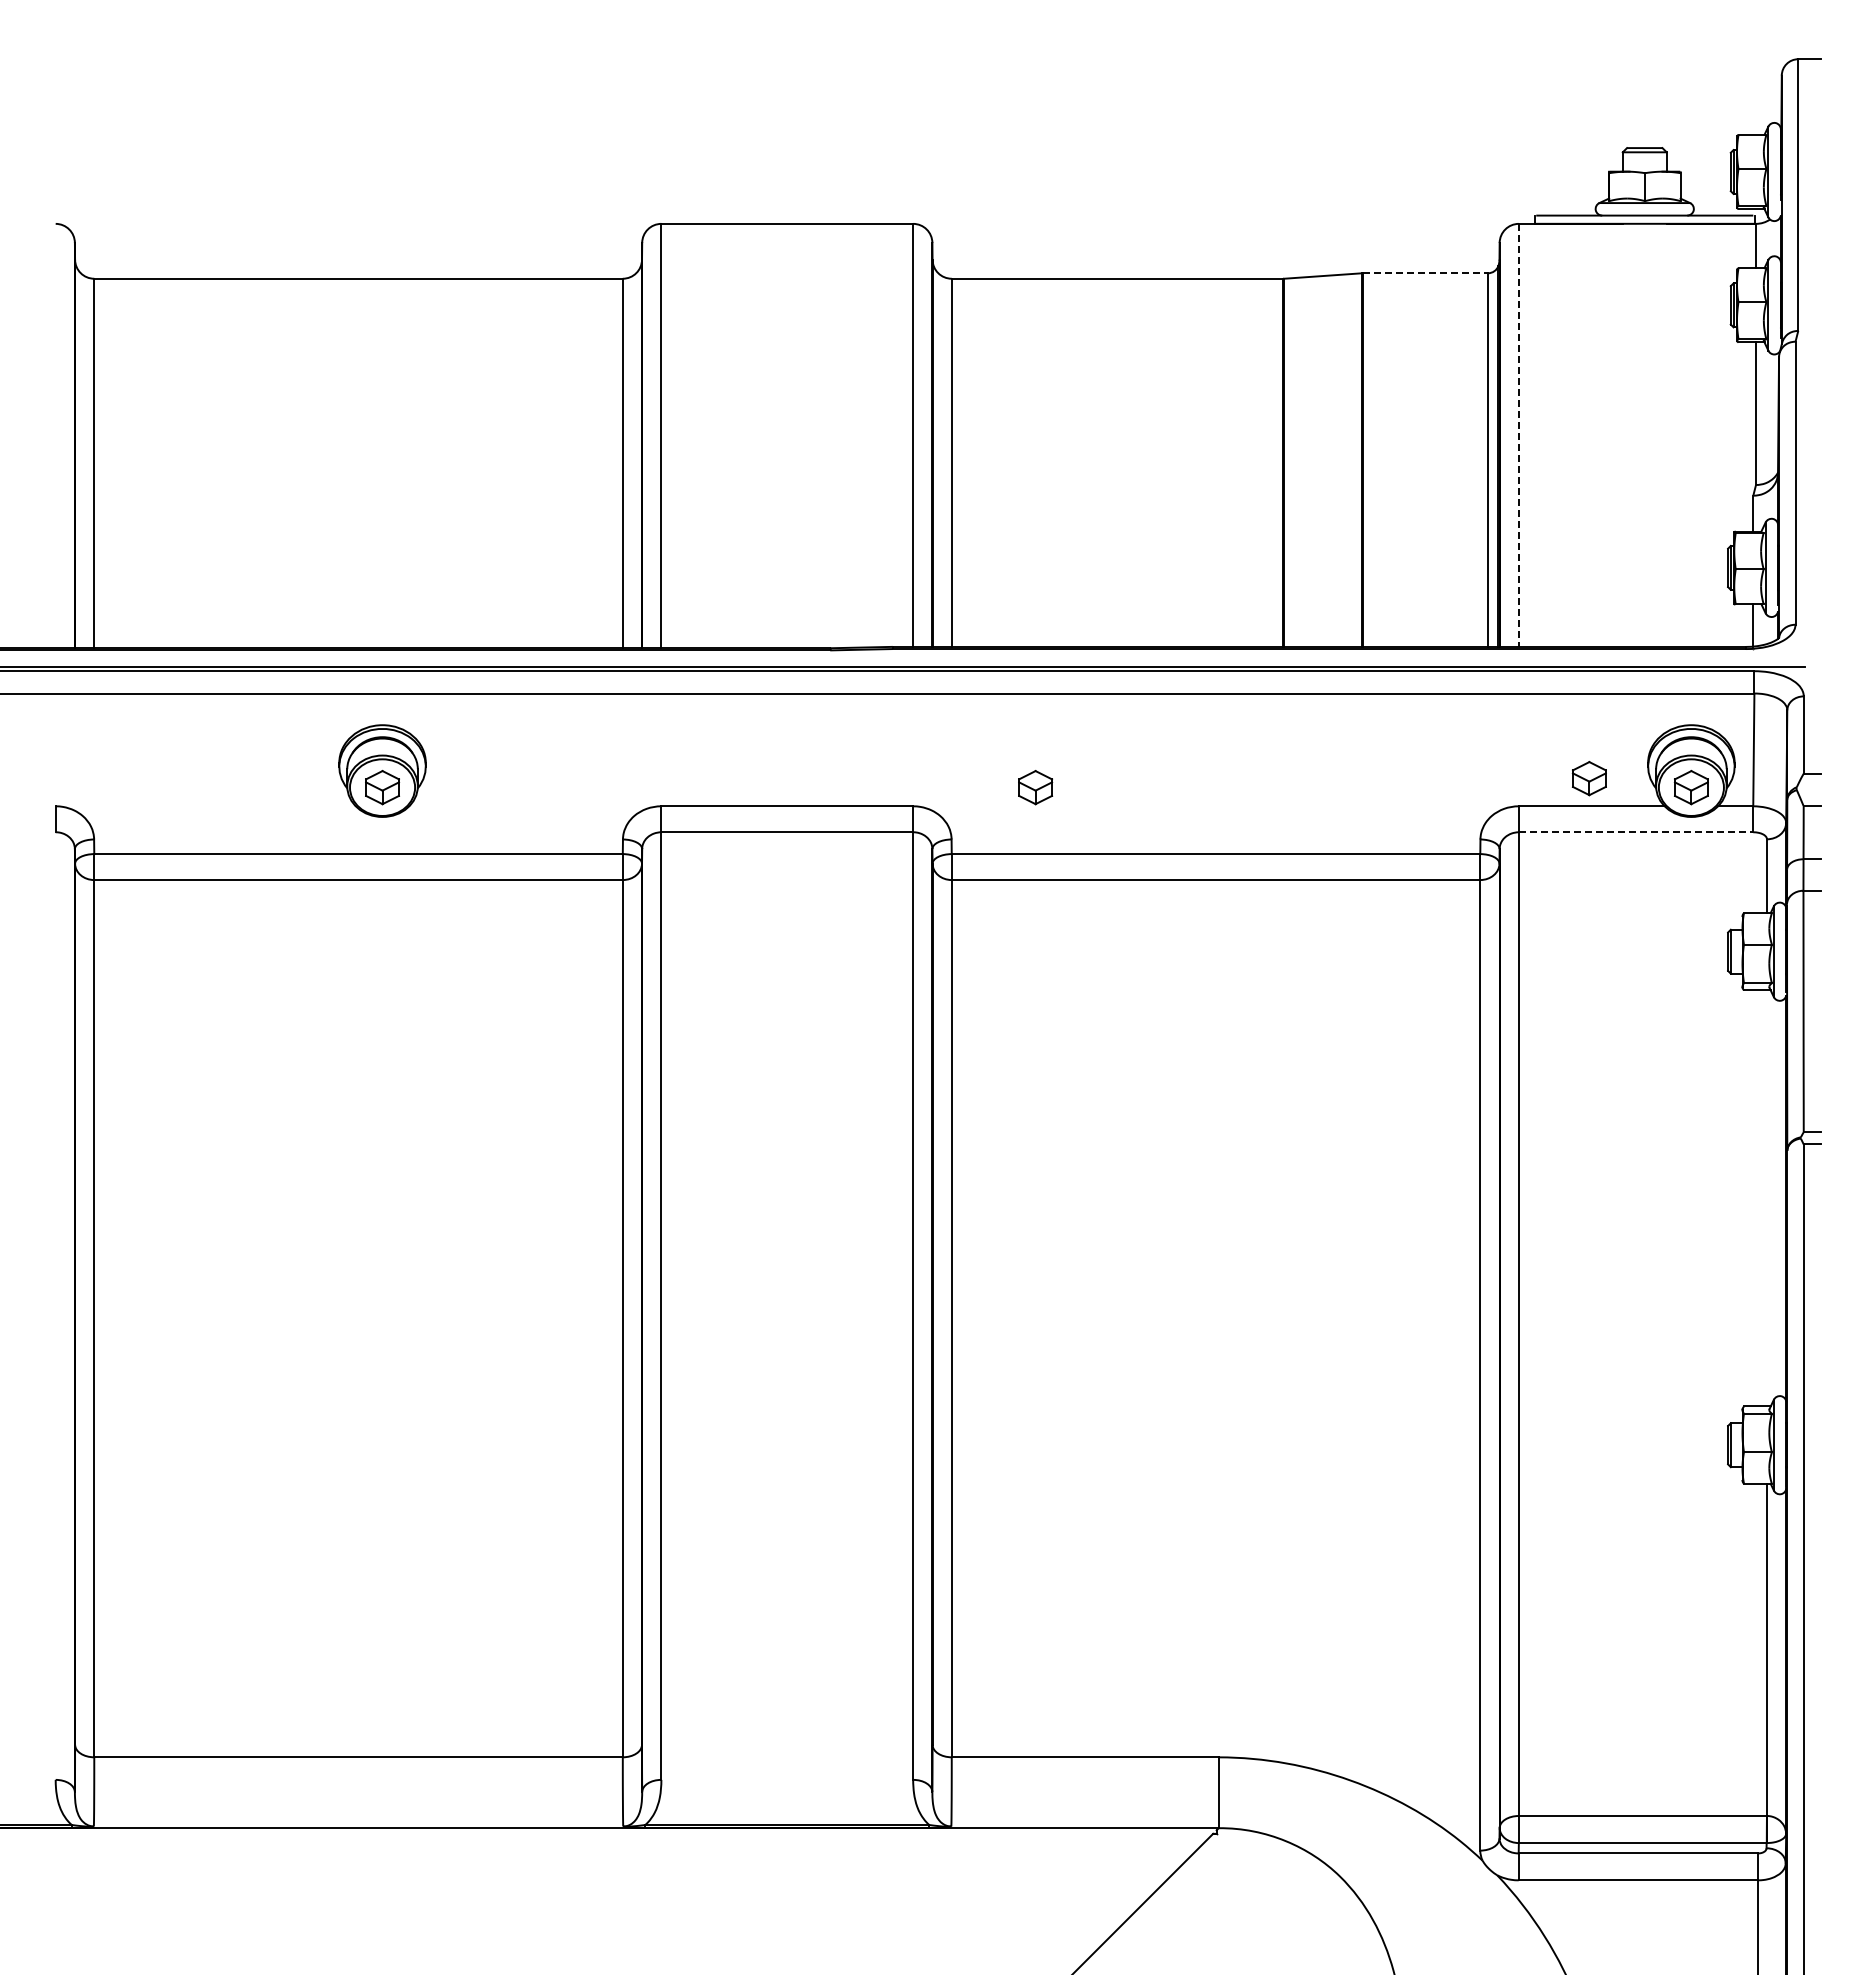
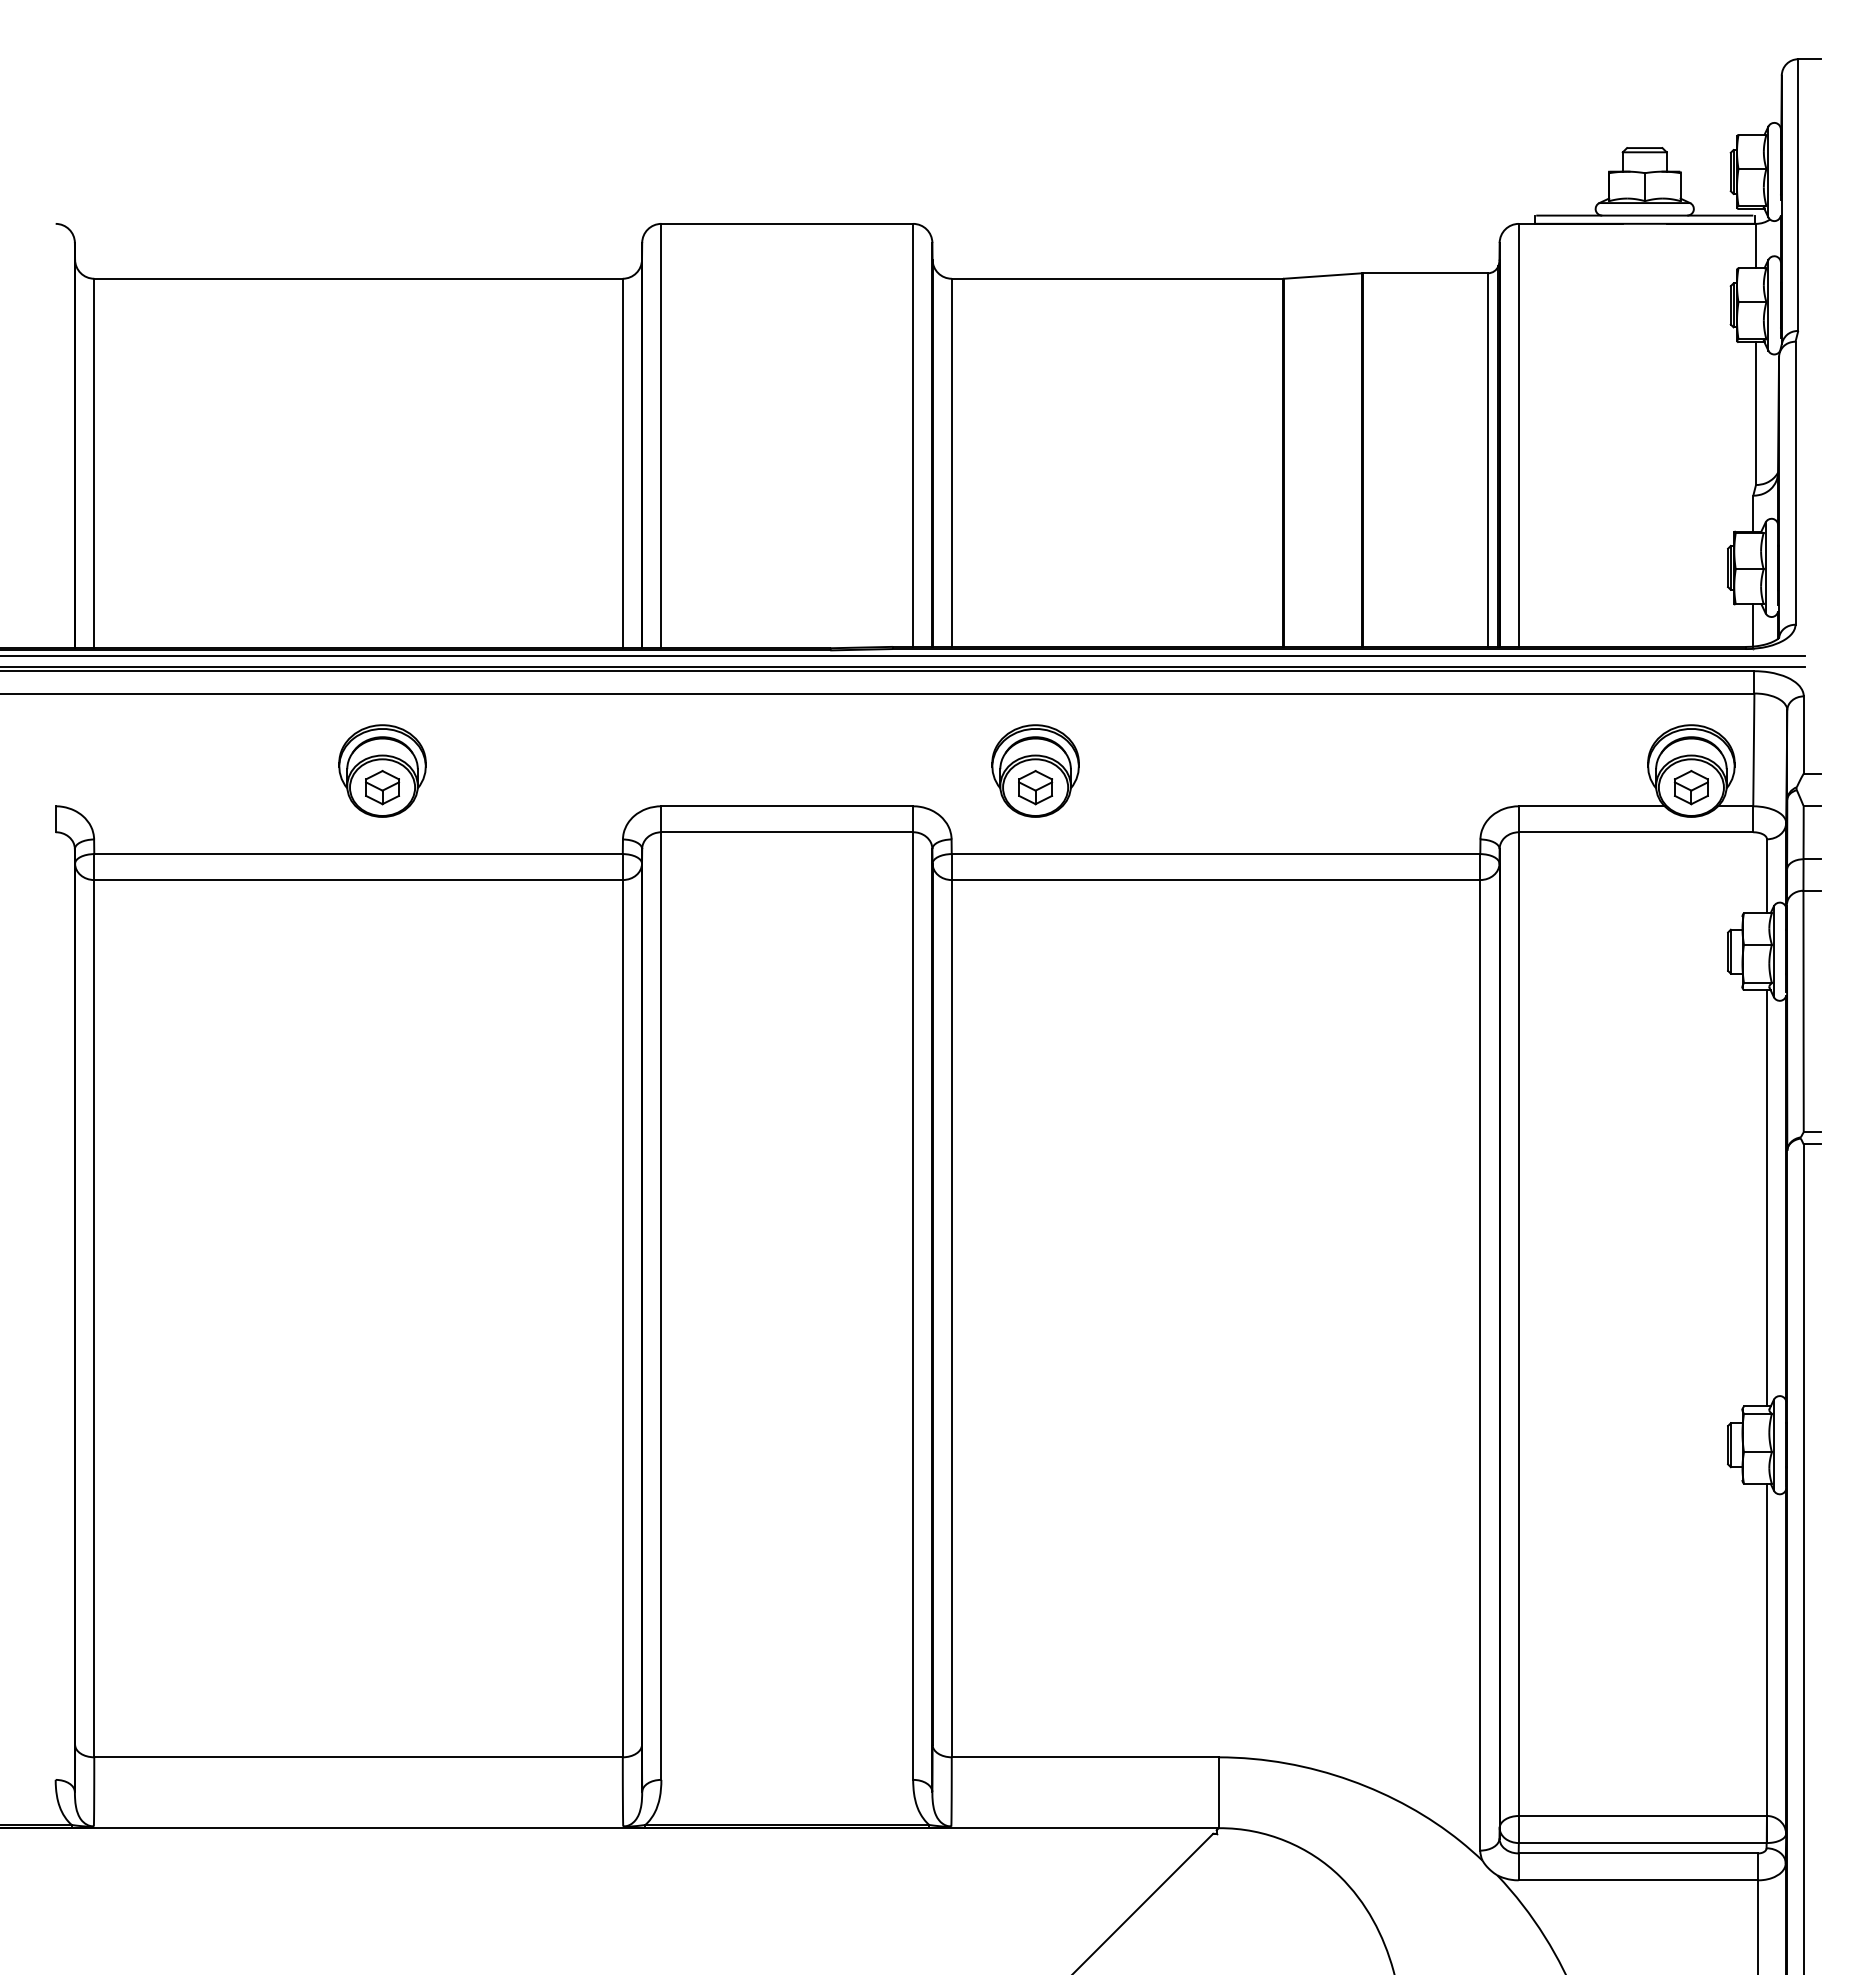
line at (1425, 273): dashed -> solid
line at (1518, 435): dashed -> solid
line at (903, 655): none -> present
part at (1035, 770): none -> present
part at (1588, 778): present -> none
line at (1636, 832): dashed -> solid
line at (1766, 1198): none -> present
